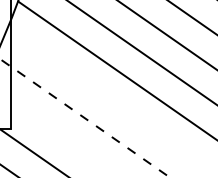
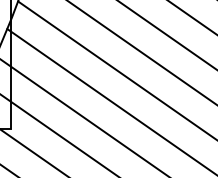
line at (110, 101): none -> present
line at (85, 118): dashed -> solid
line at (58, 134): none -> present
